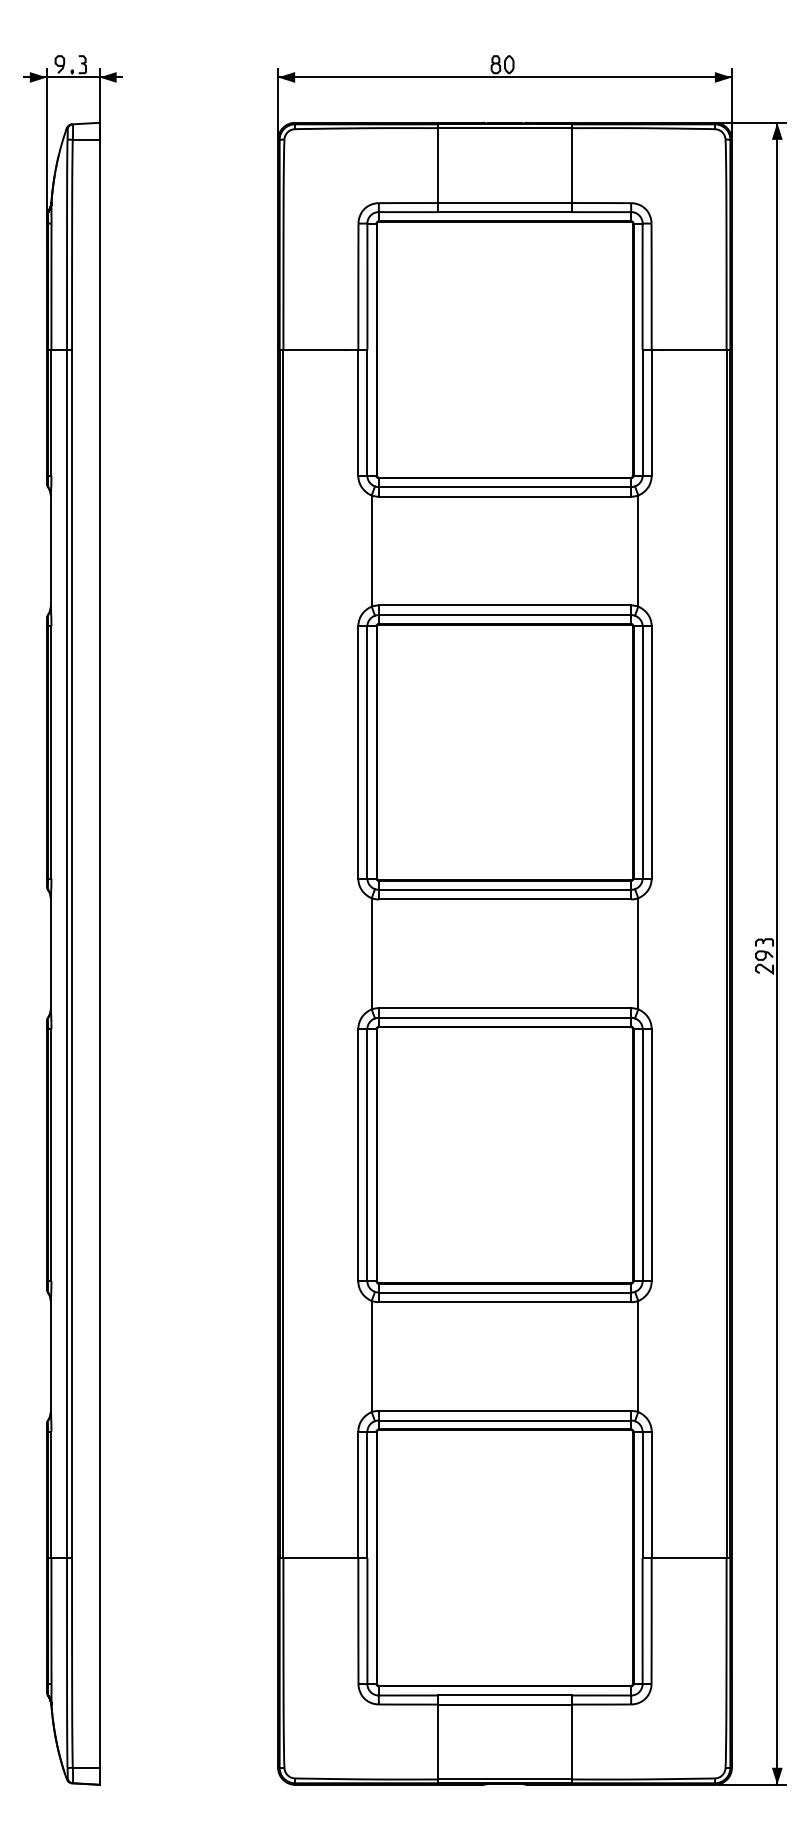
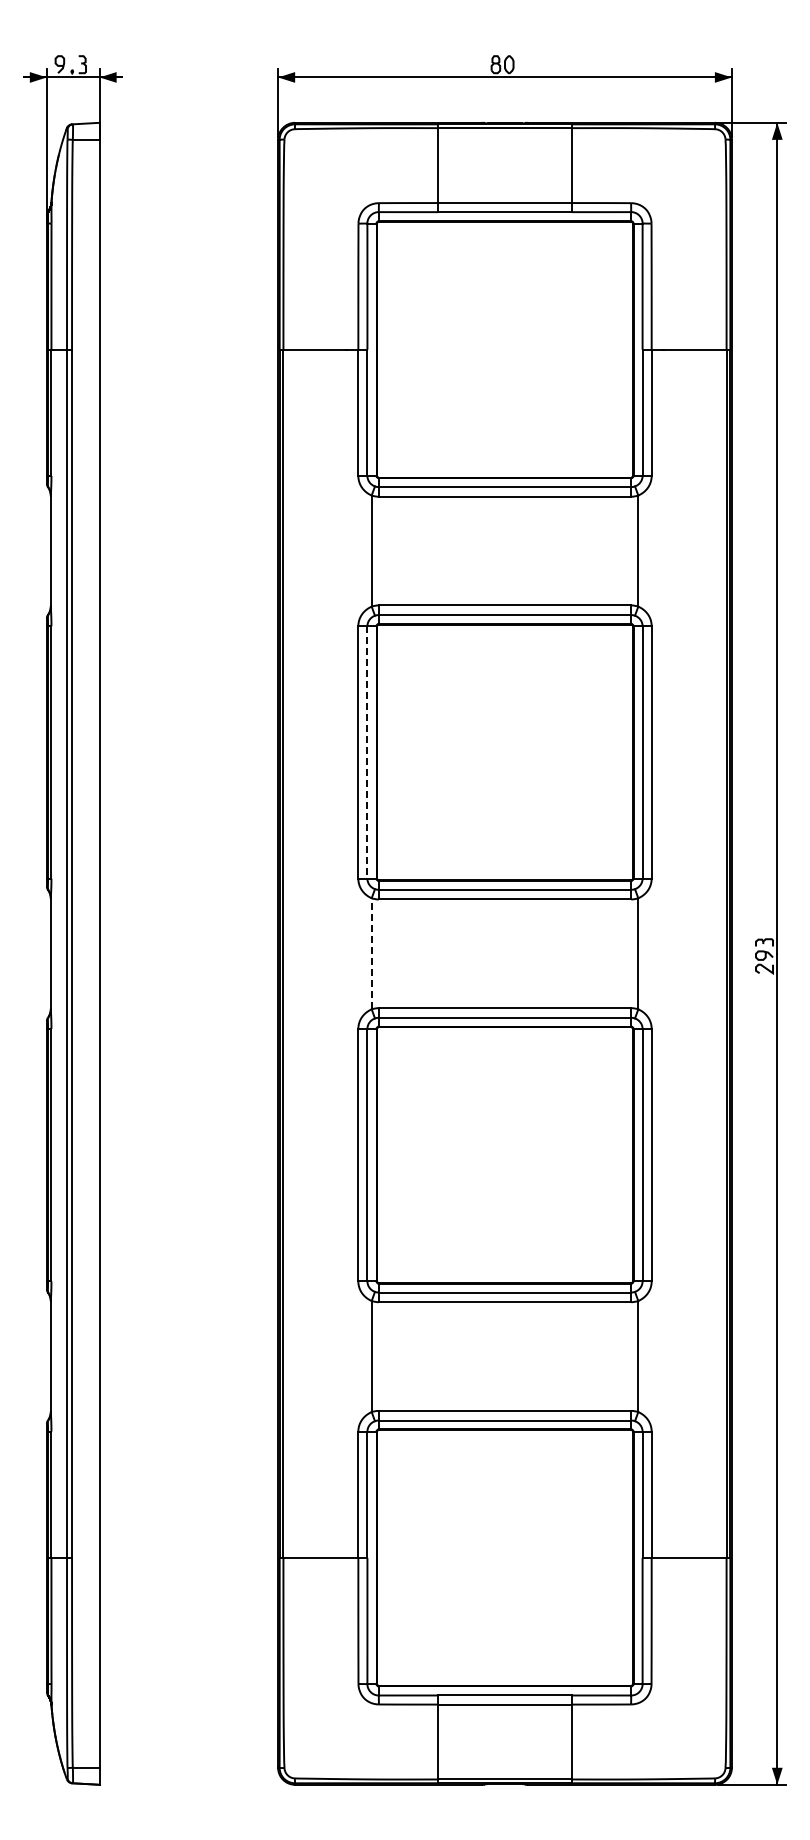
line at (367, 752): solid -> dashed
line at (371, 953): solid -> dashed
